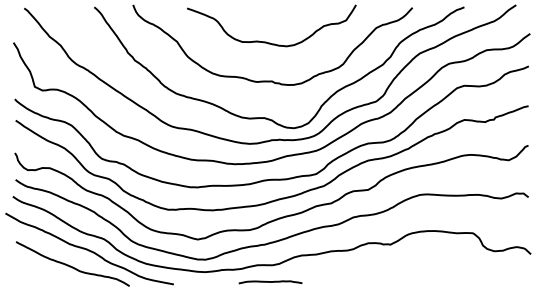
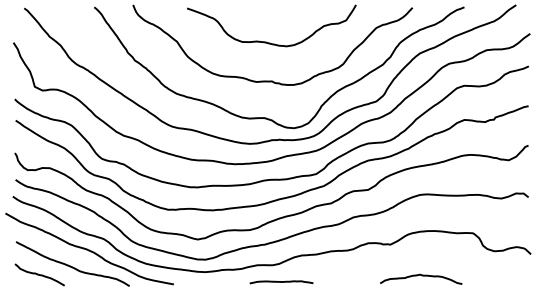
curve at (39, 274): none -> present
curve at (421, 276): none -> present
curve at (270, 282) position: (270, 282) -> (281, 282)
